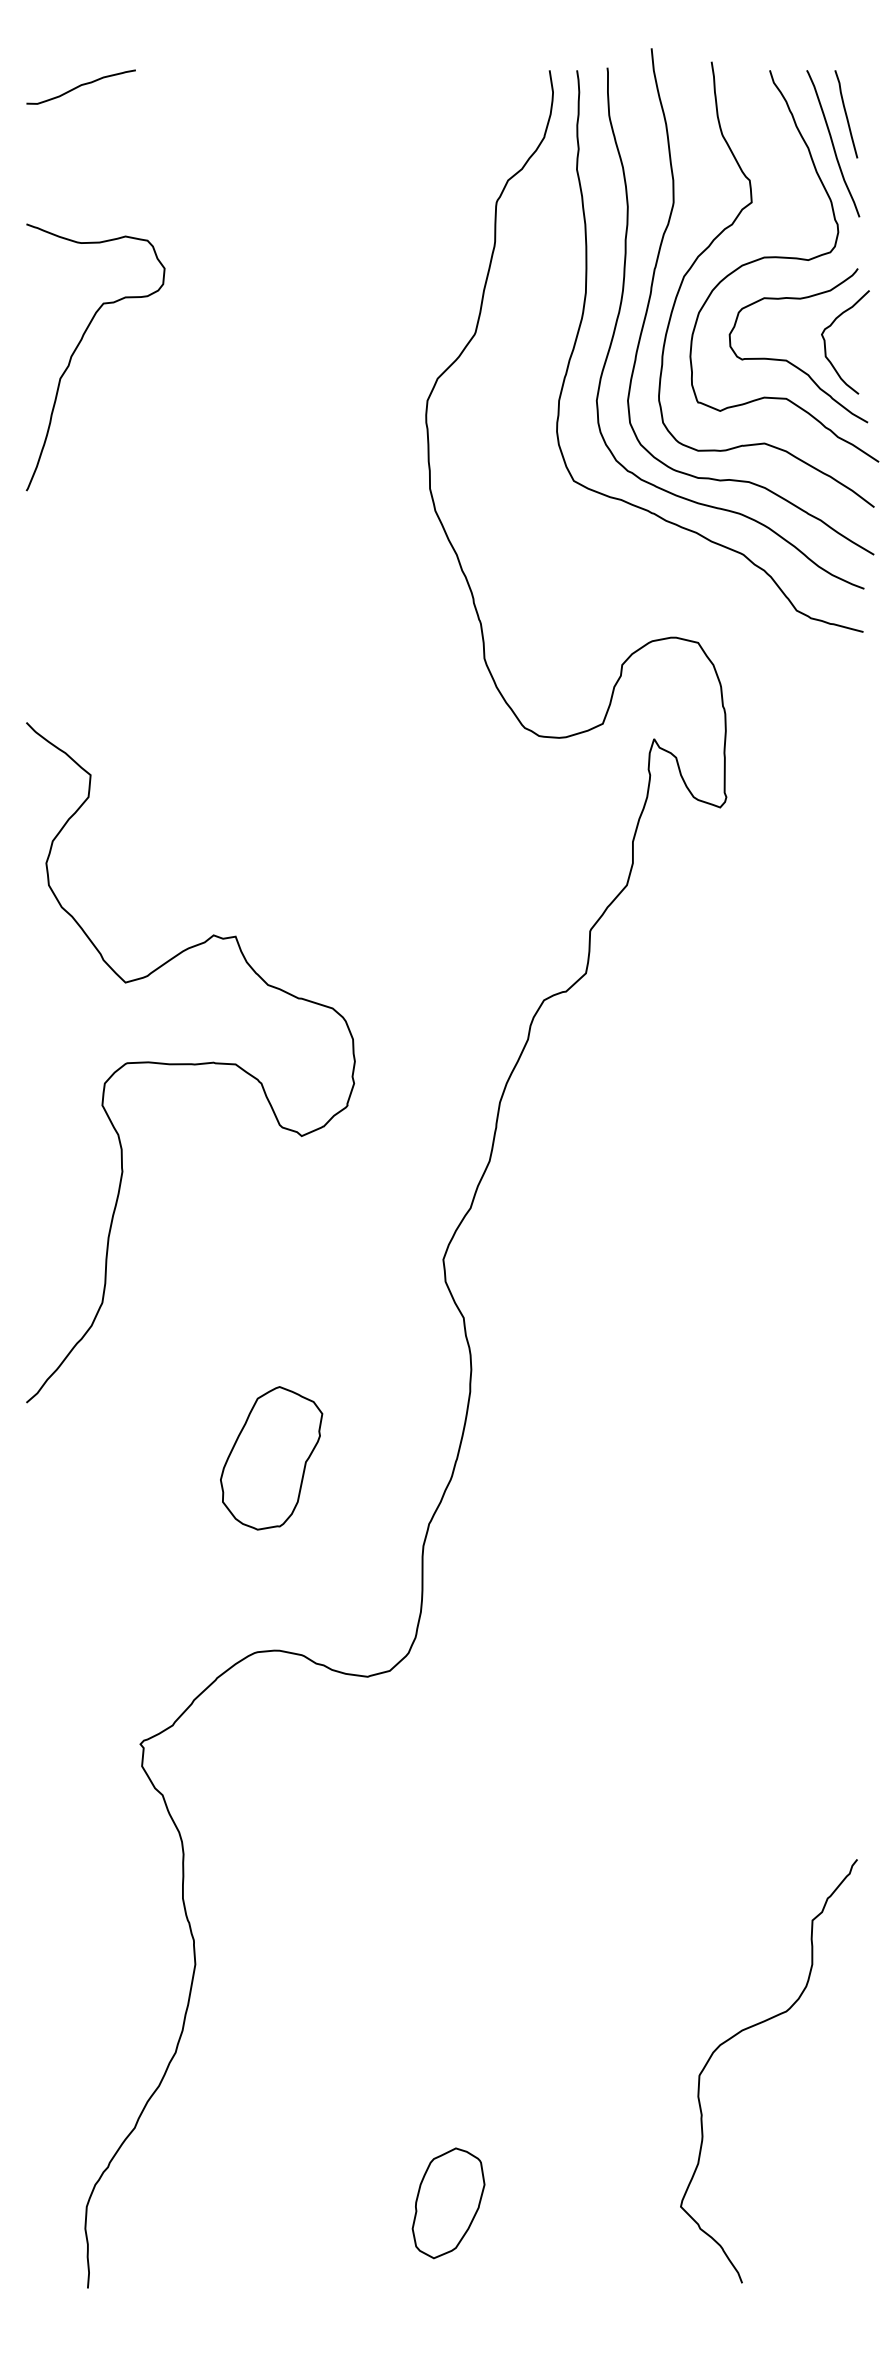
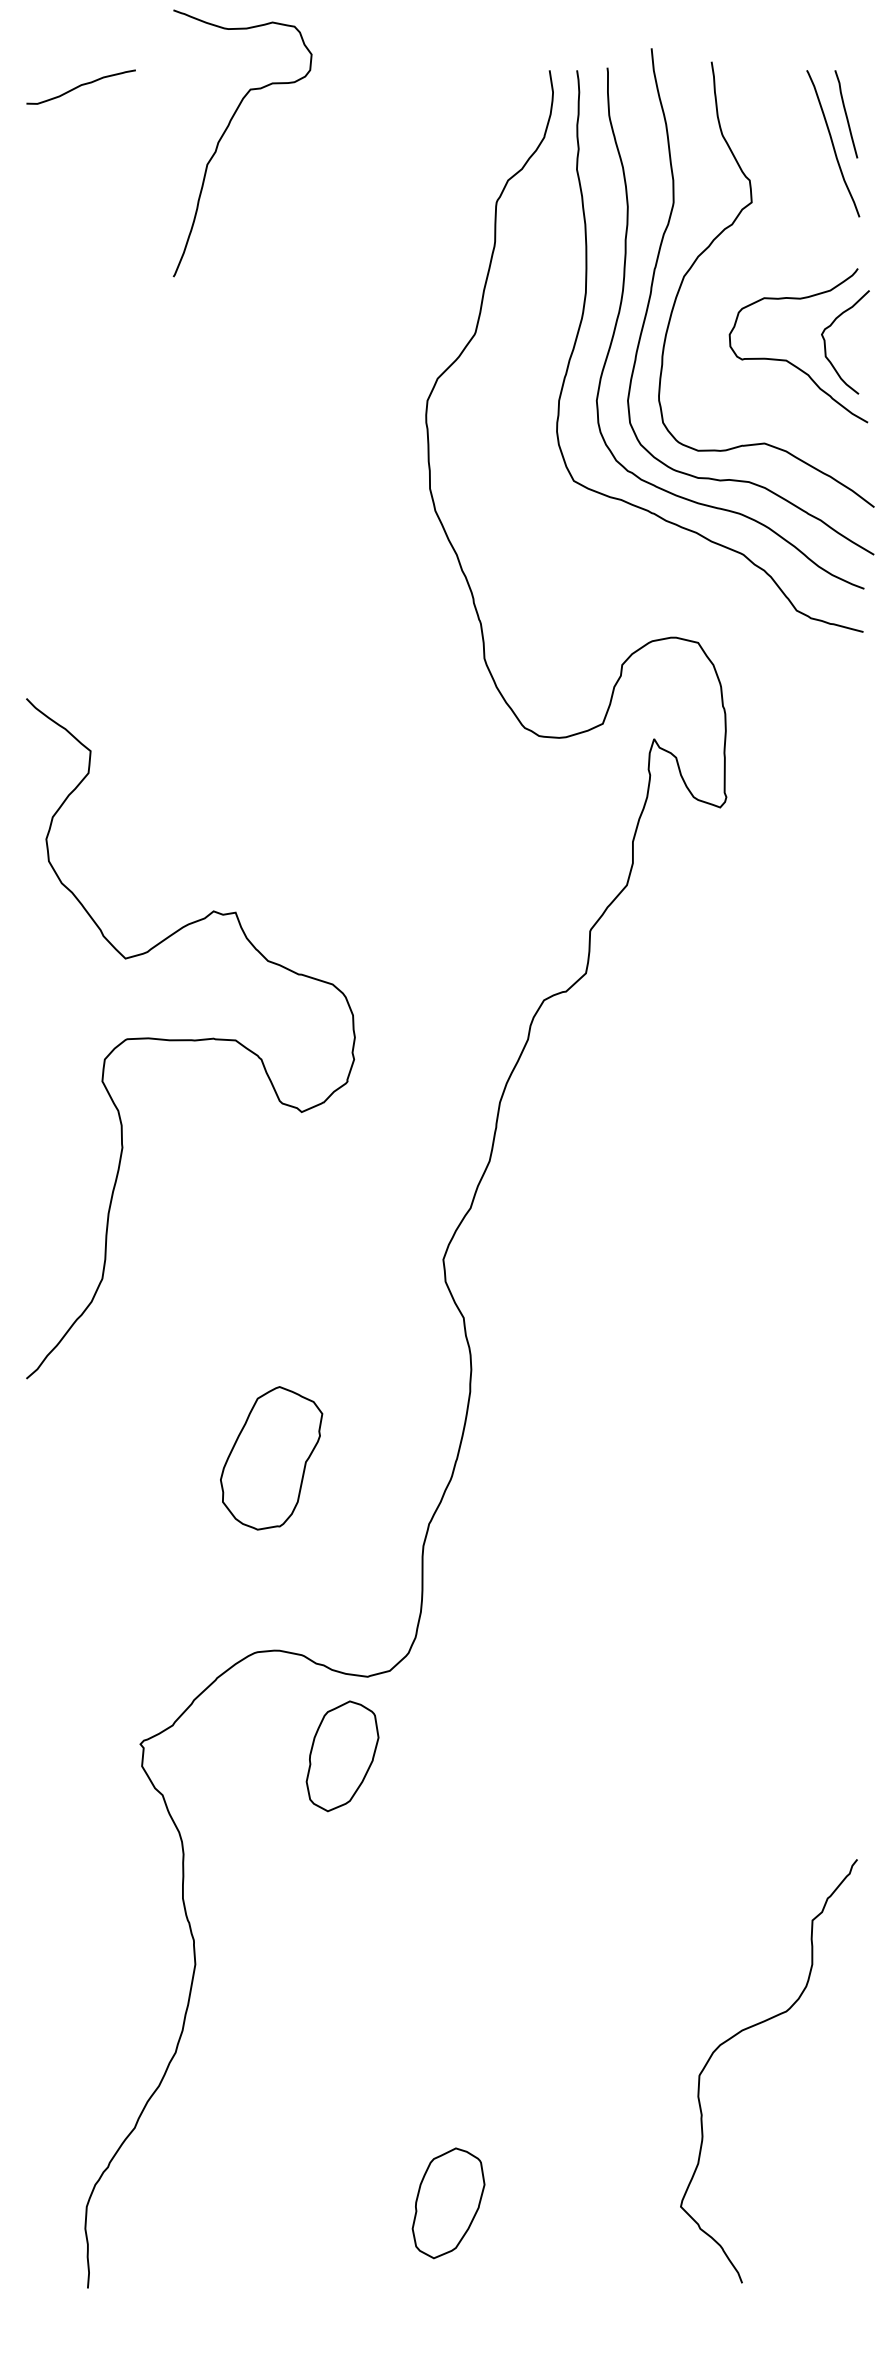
curve at (784, 258): present -> none
curve at (77, 348) position: (77, 348) -> (224, 134)
curve at (190, 1063) position: (190, 1063) -> (190, 1039)
part at (342, 1756): none -> present
